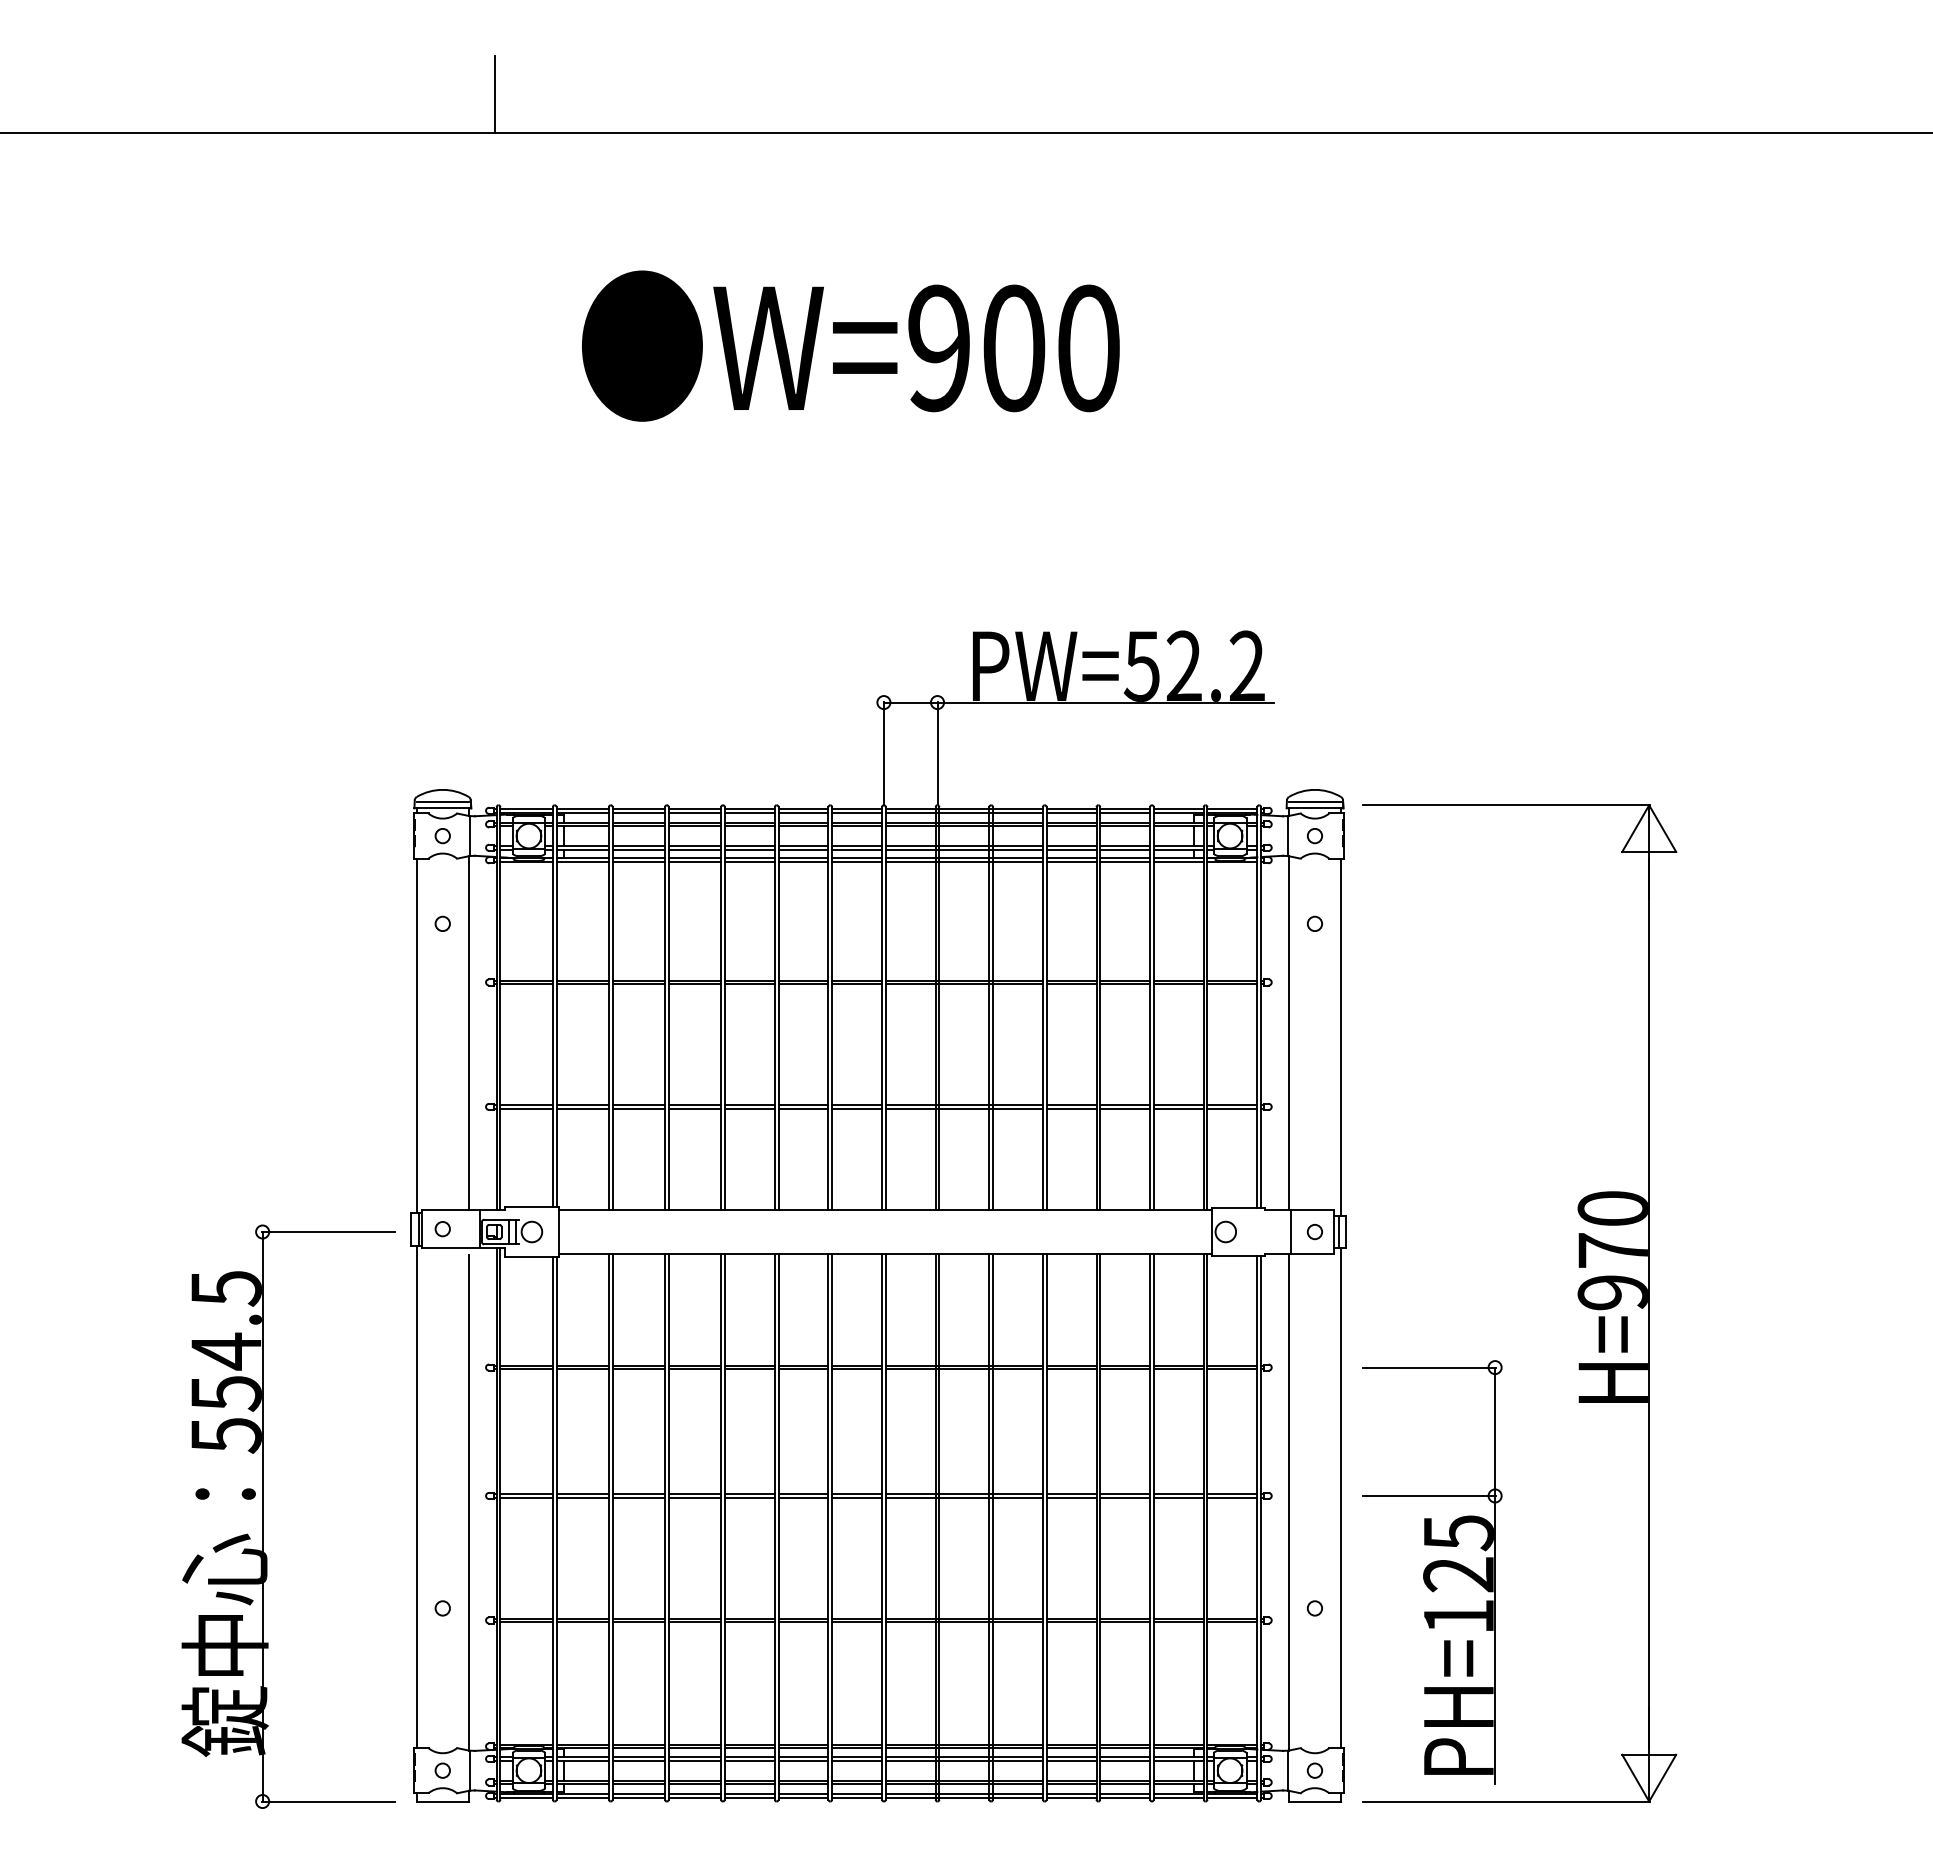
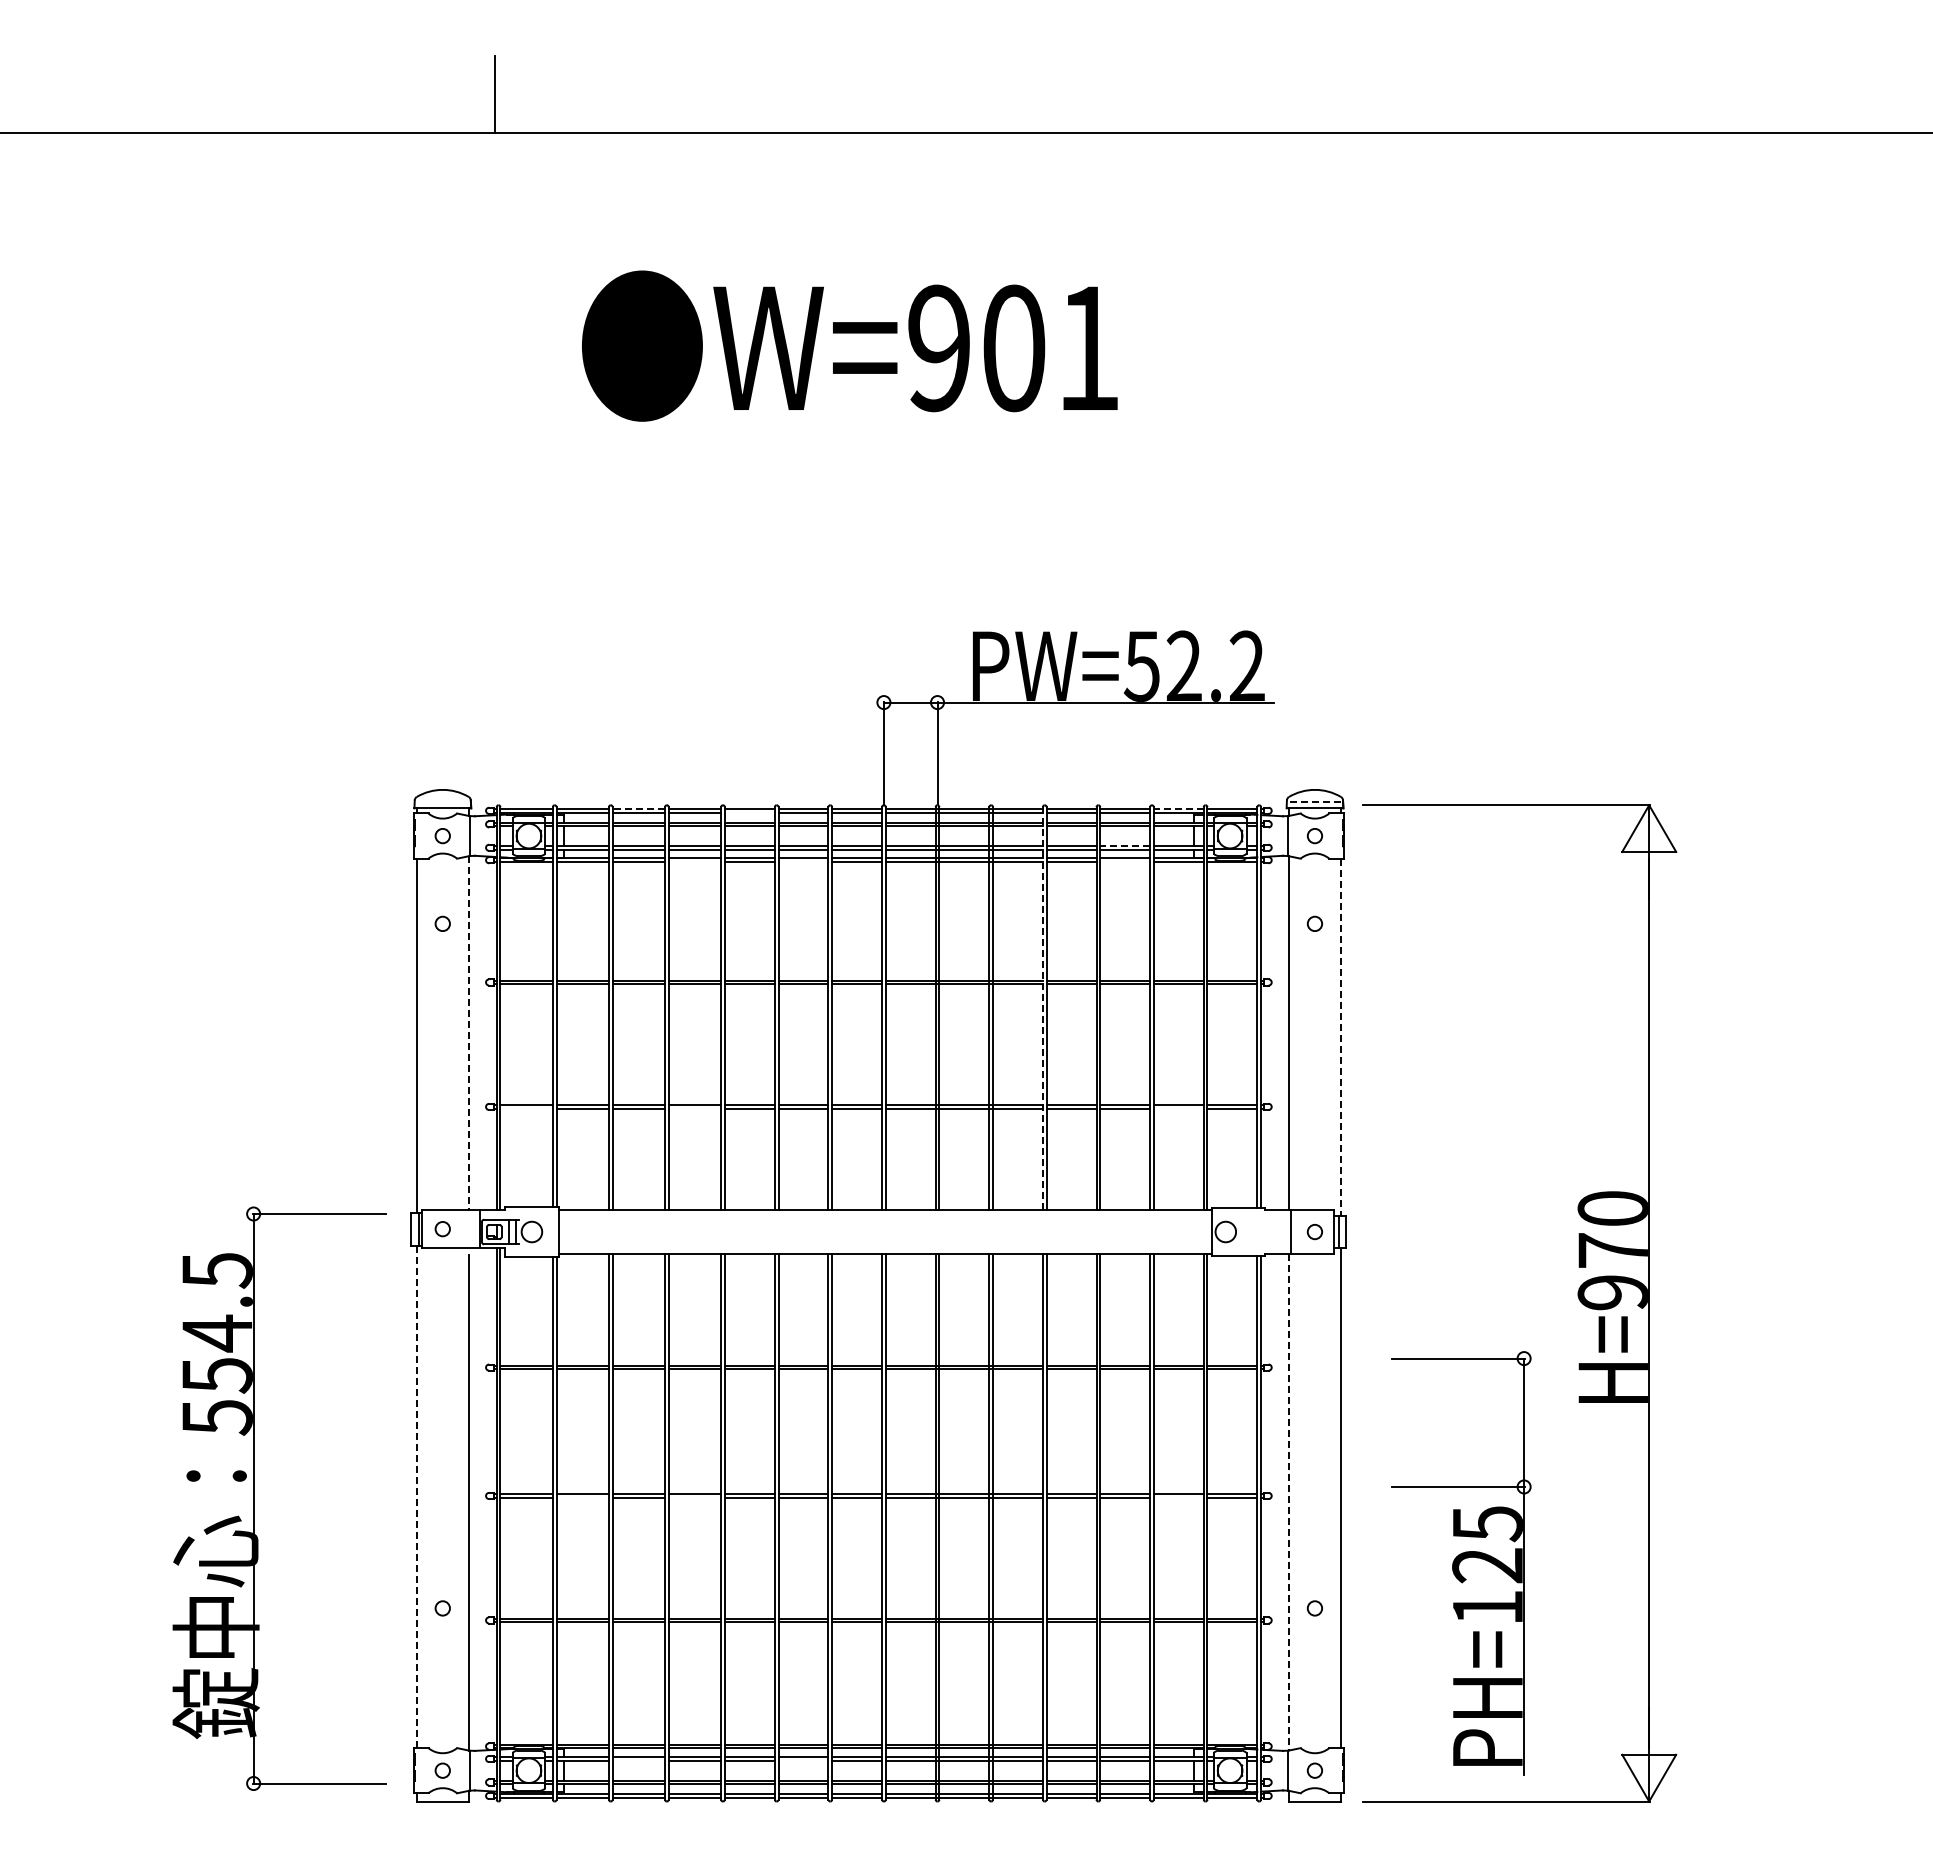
text at (1088, 348): W=900 -> W=901
line at (442, 802): present -> none
line at (1314, 802): solid -> dashed
line at (638, 808): solid -> dashed
line at (1178, 808): solid -> dashed
line at (749, 812): present -> none
line at (1125, 845): solid -> dashed
line at (694, 862): present -> none
line at (803, 862): present -> none
line at (1125, 862): present -> none
line at (1042, 1008): solid -> dashed
line at (468, 1033): solid -> dashed
line at (1341, 1037): solid -> dashed
line at (526, 1108): present -> none
line at (694, 1108): present -> none
line at (1178, 1108): present -> none
line at (416, 1497): solid -> dashed
line at (582, 1497): present -> none
line at (694, 1497): present -> none
line at (1178, 1497): present -> none
line at (1288, 1502): solid -> dashed
part at (263, 1516) position: (263, 1516) -> (254, 1498)
part at (1432, 1572) position: (1432, 1572) -> (1461, 1563)
line at (638, 1760): present -> none
line at (803, 1760): present -> none
